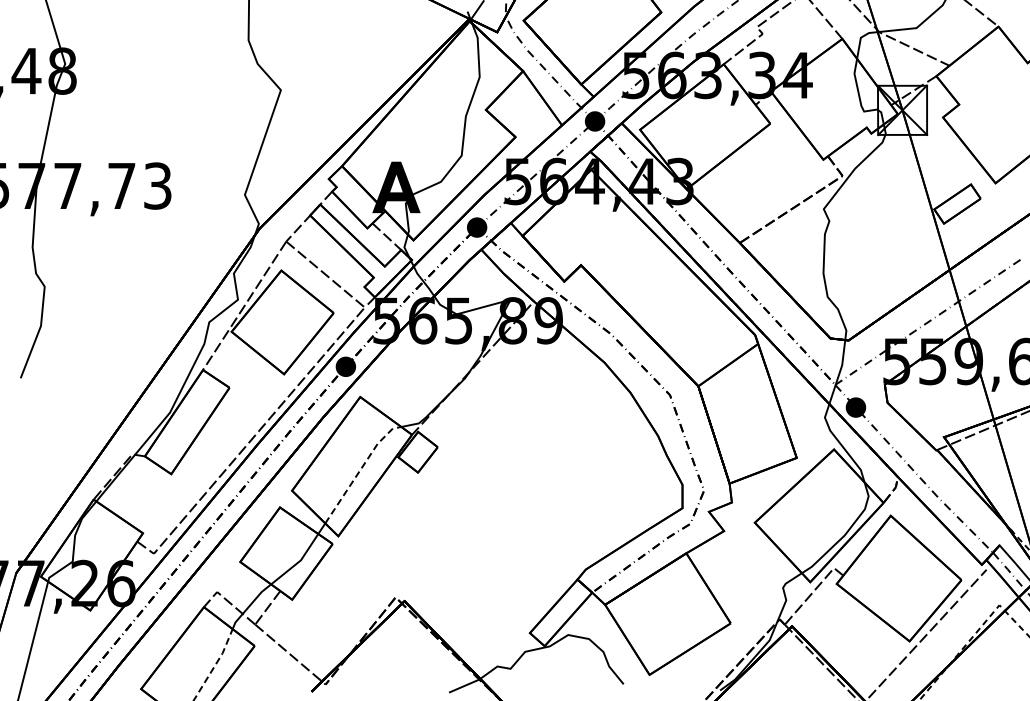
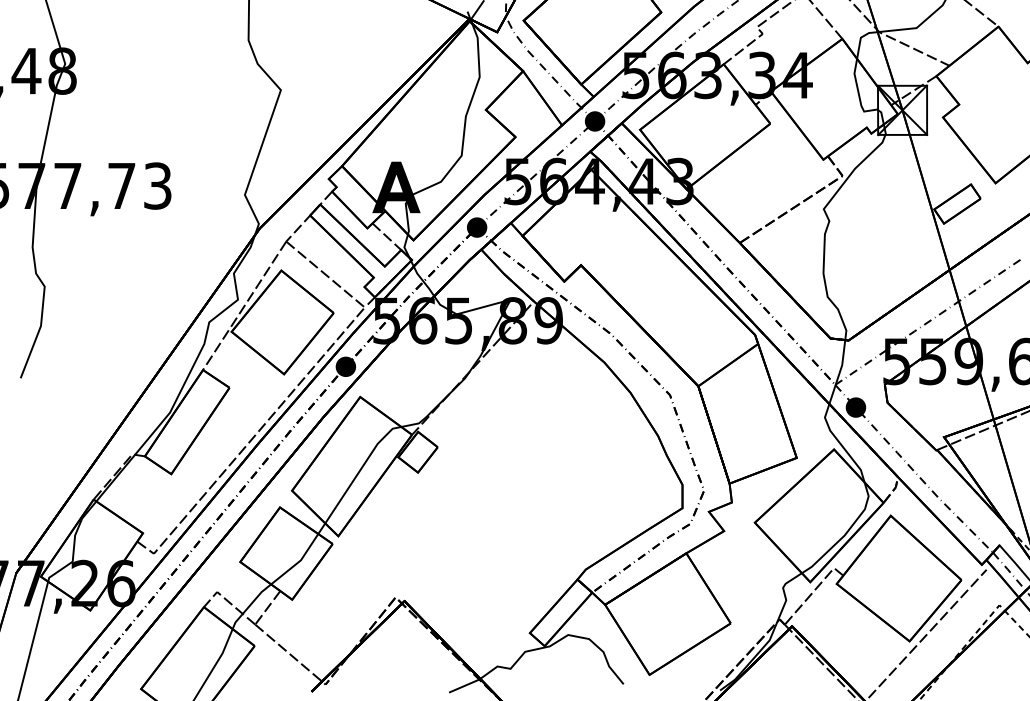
line at (360, 469): dashed -> solid
line at (215, 665): dashed -> solid
